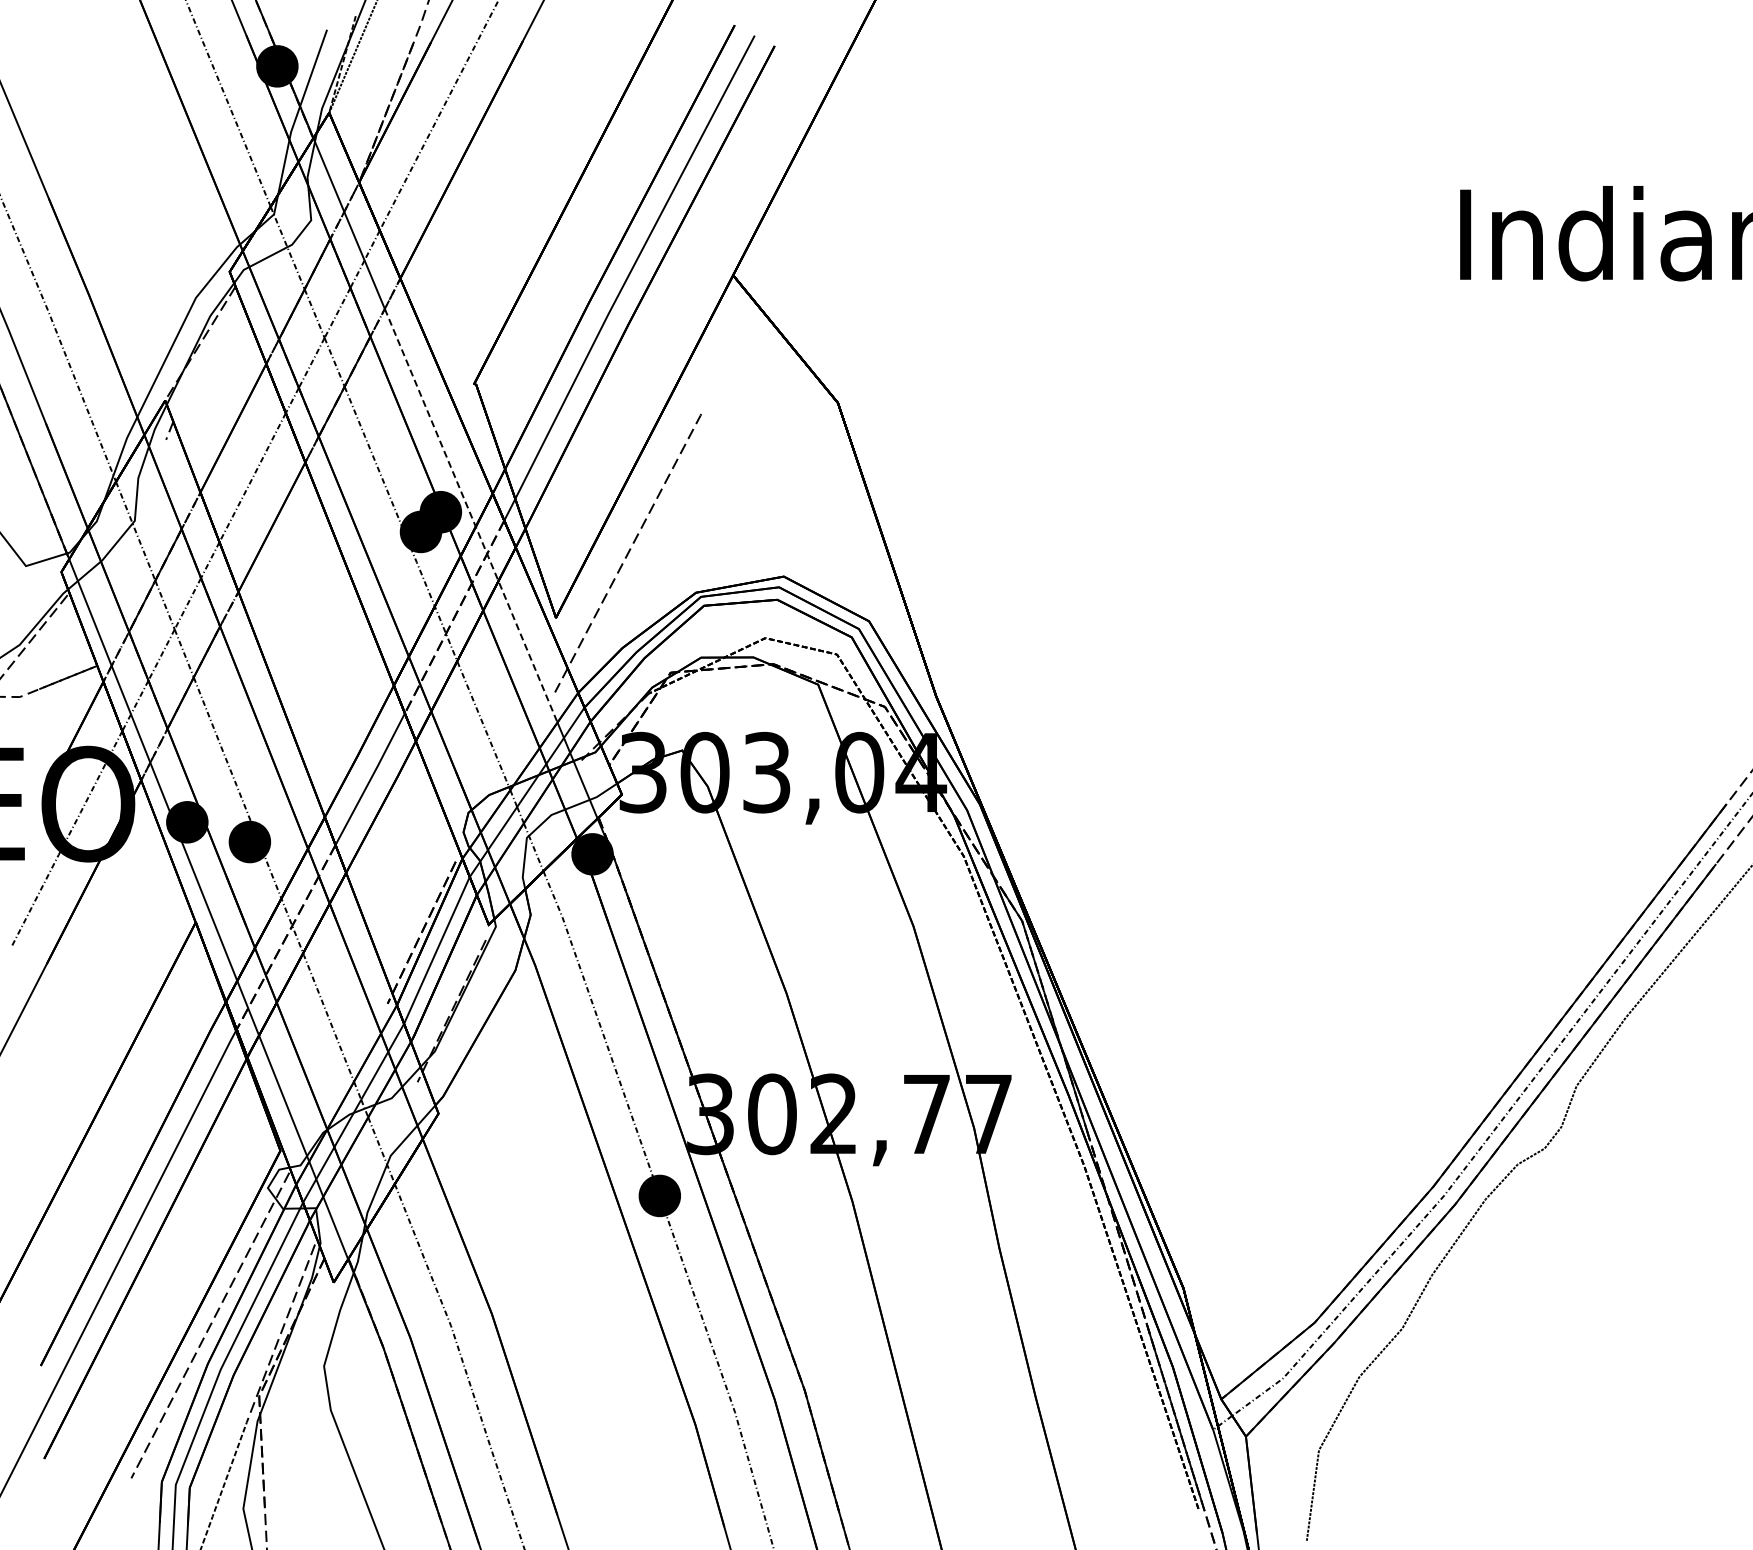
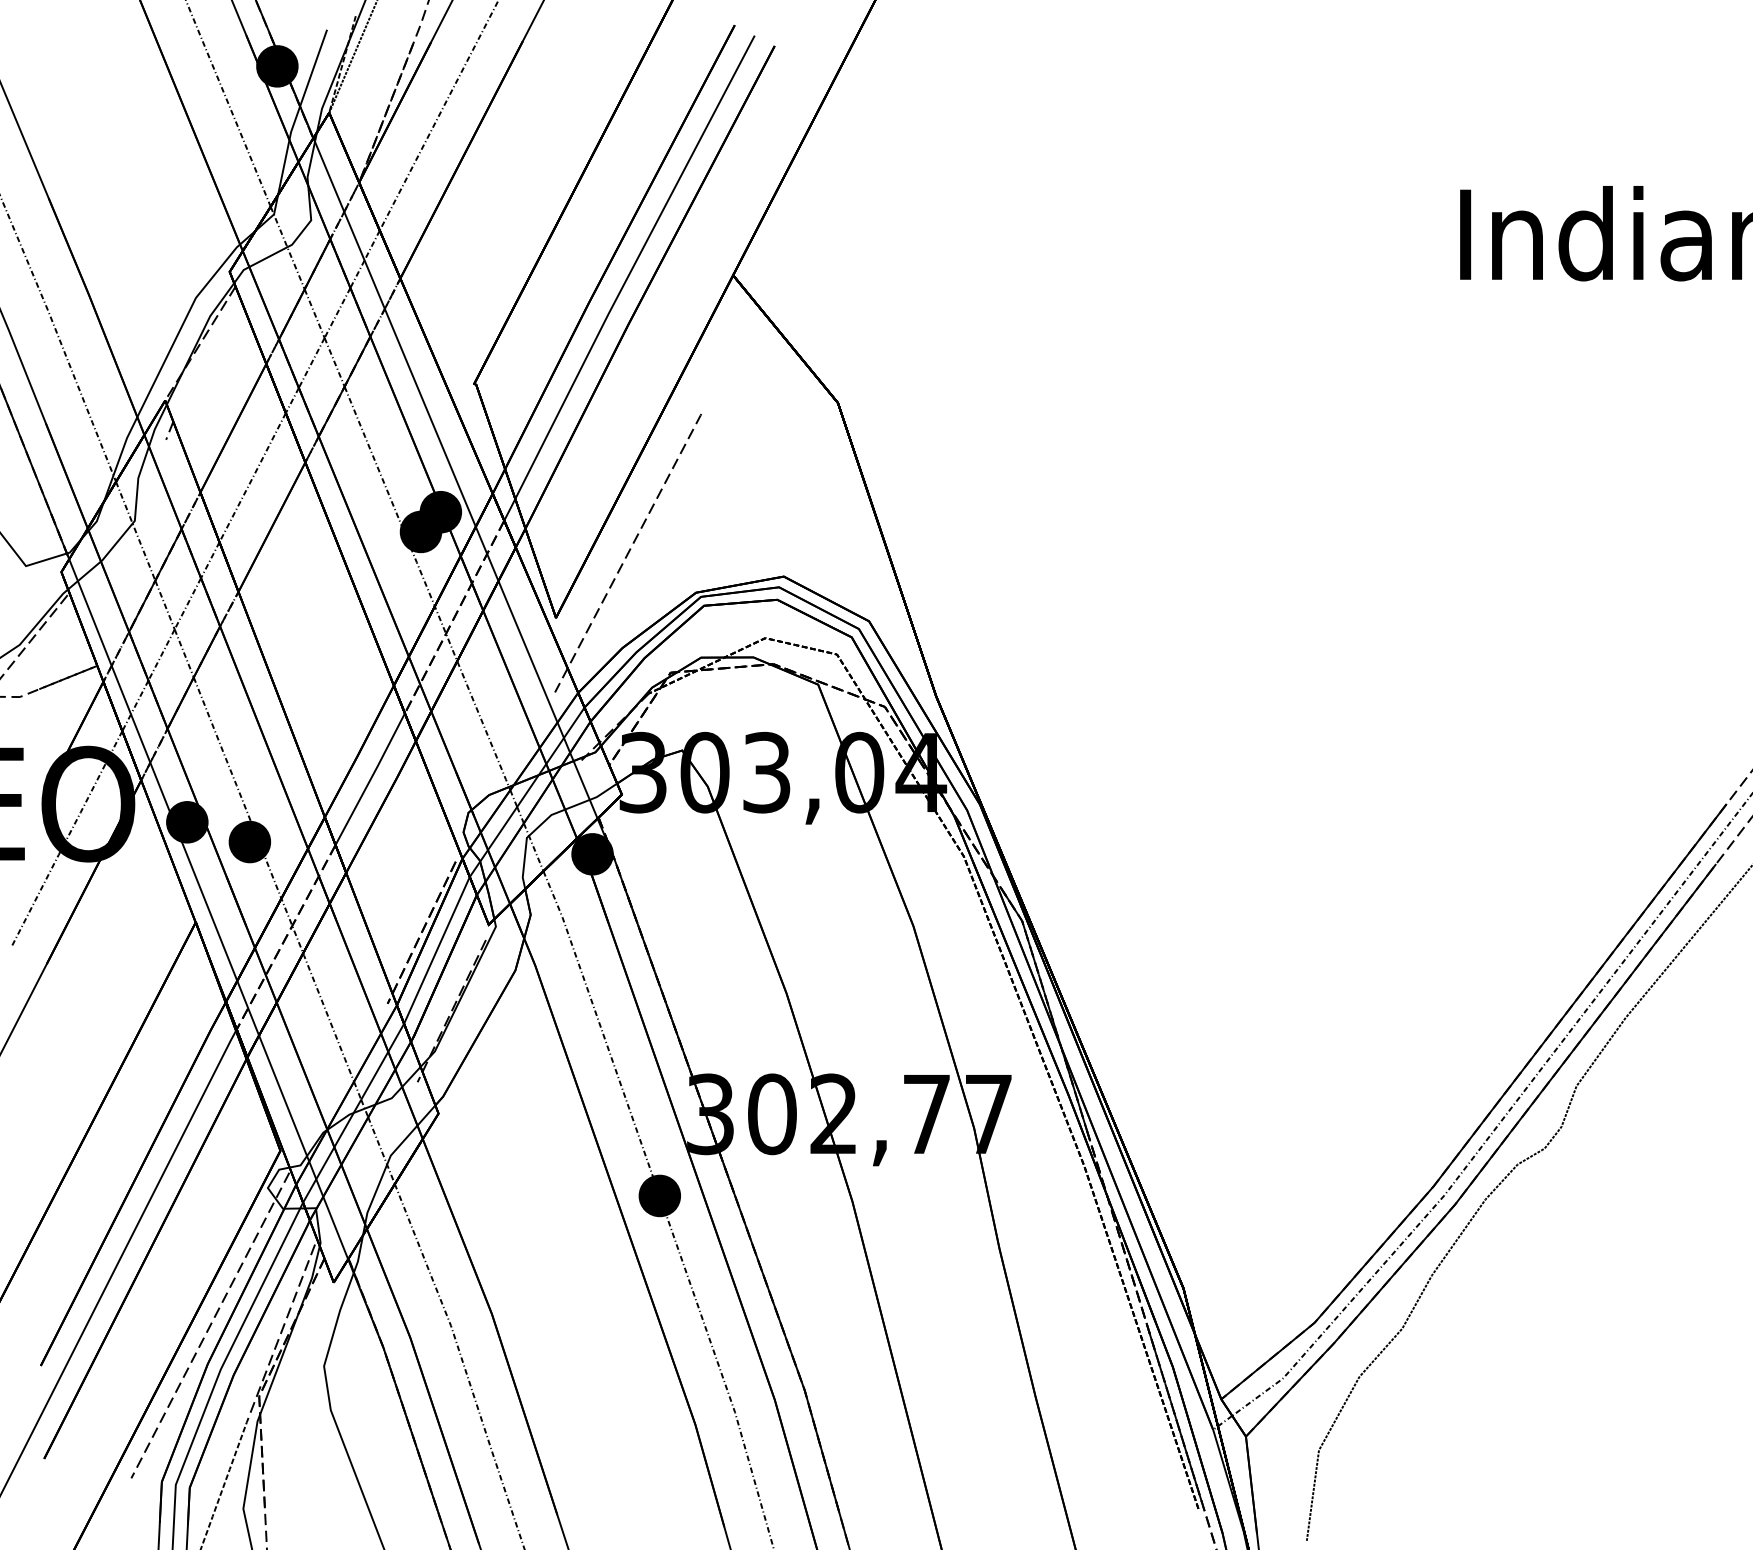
line at (471, 516): dashed -> solid
